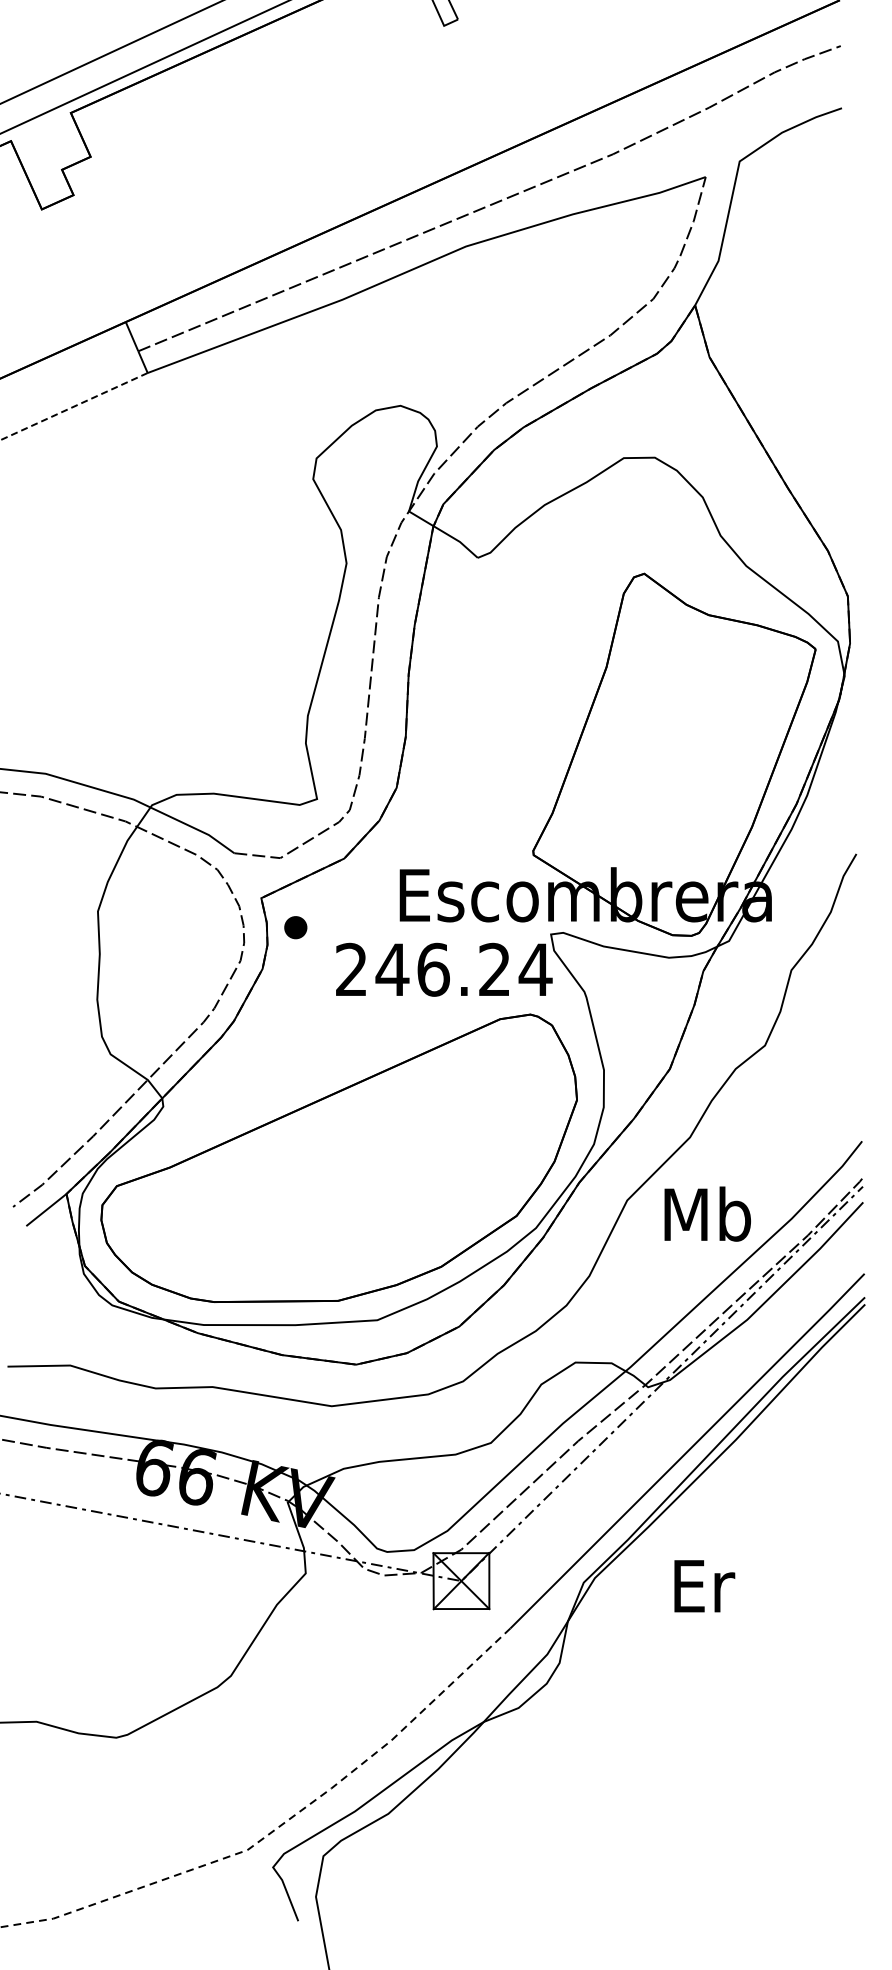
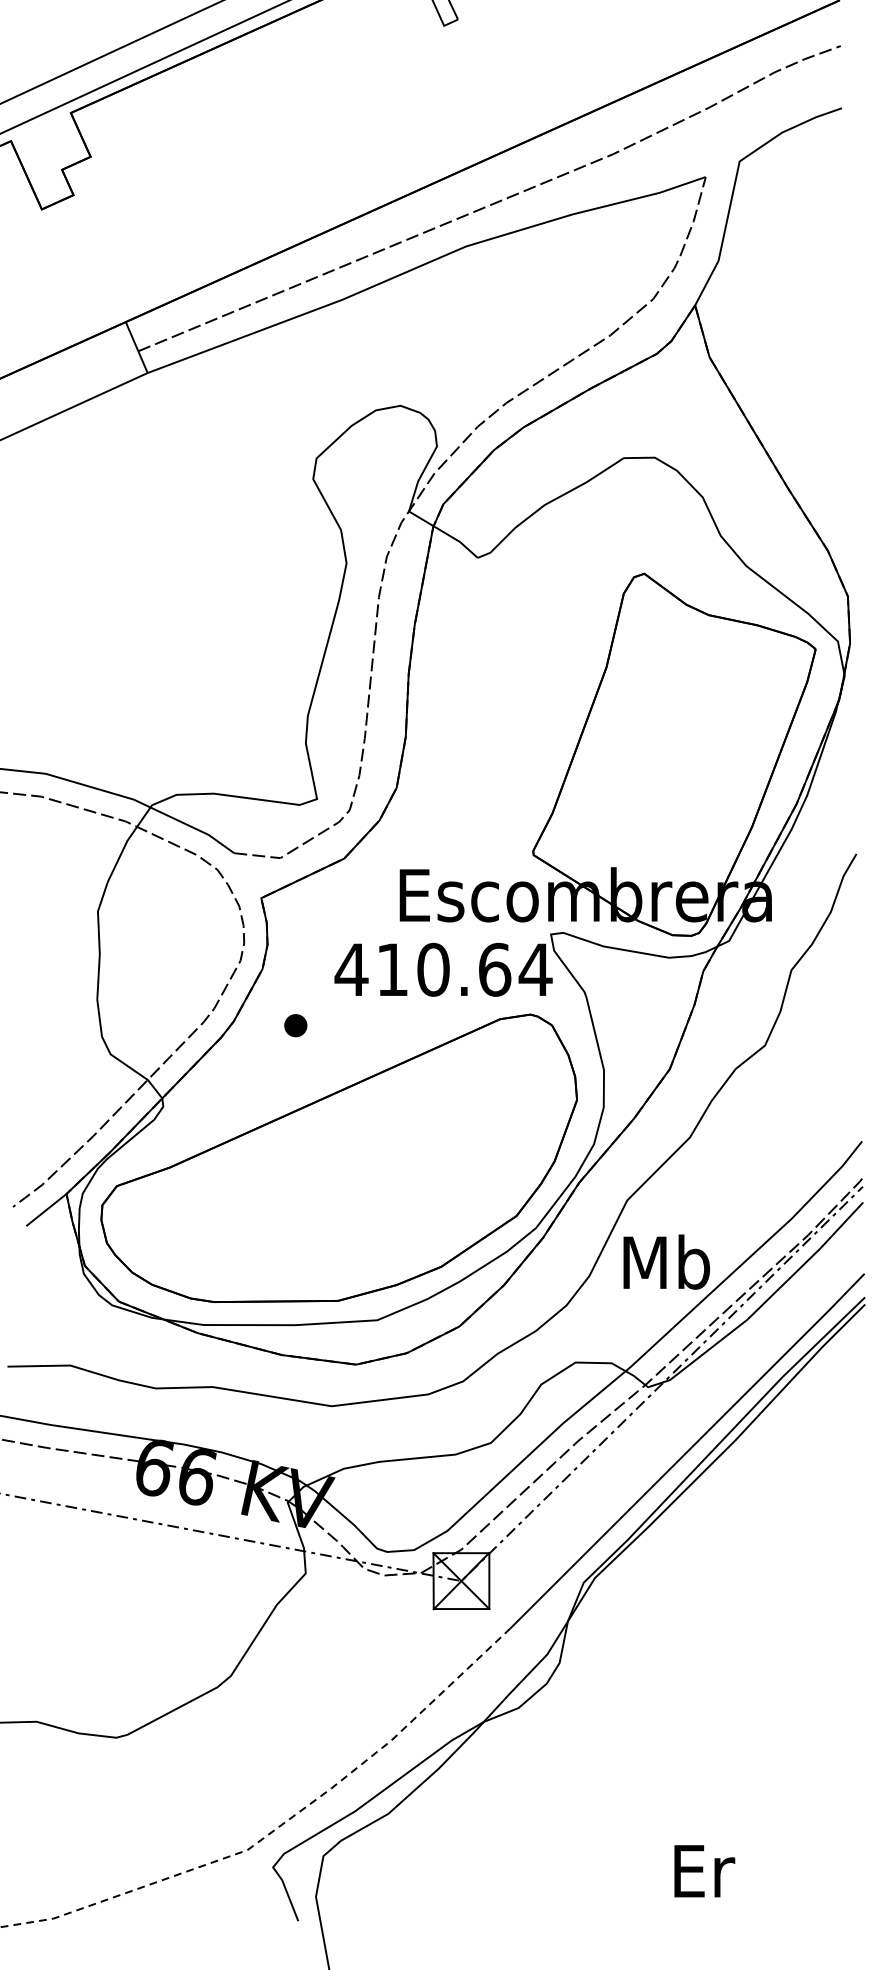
line at (74, 406): dashed -> solid
part at (295, 927) position: (295, 927) -> (295, 1025)
text at (422, 969): 246.24 -> 410.64
text at (707, 1213) position: (707, 1213) -> (666, 1261)
text at (704, 1586) position: (704, 1586) -> (704, 1871)
